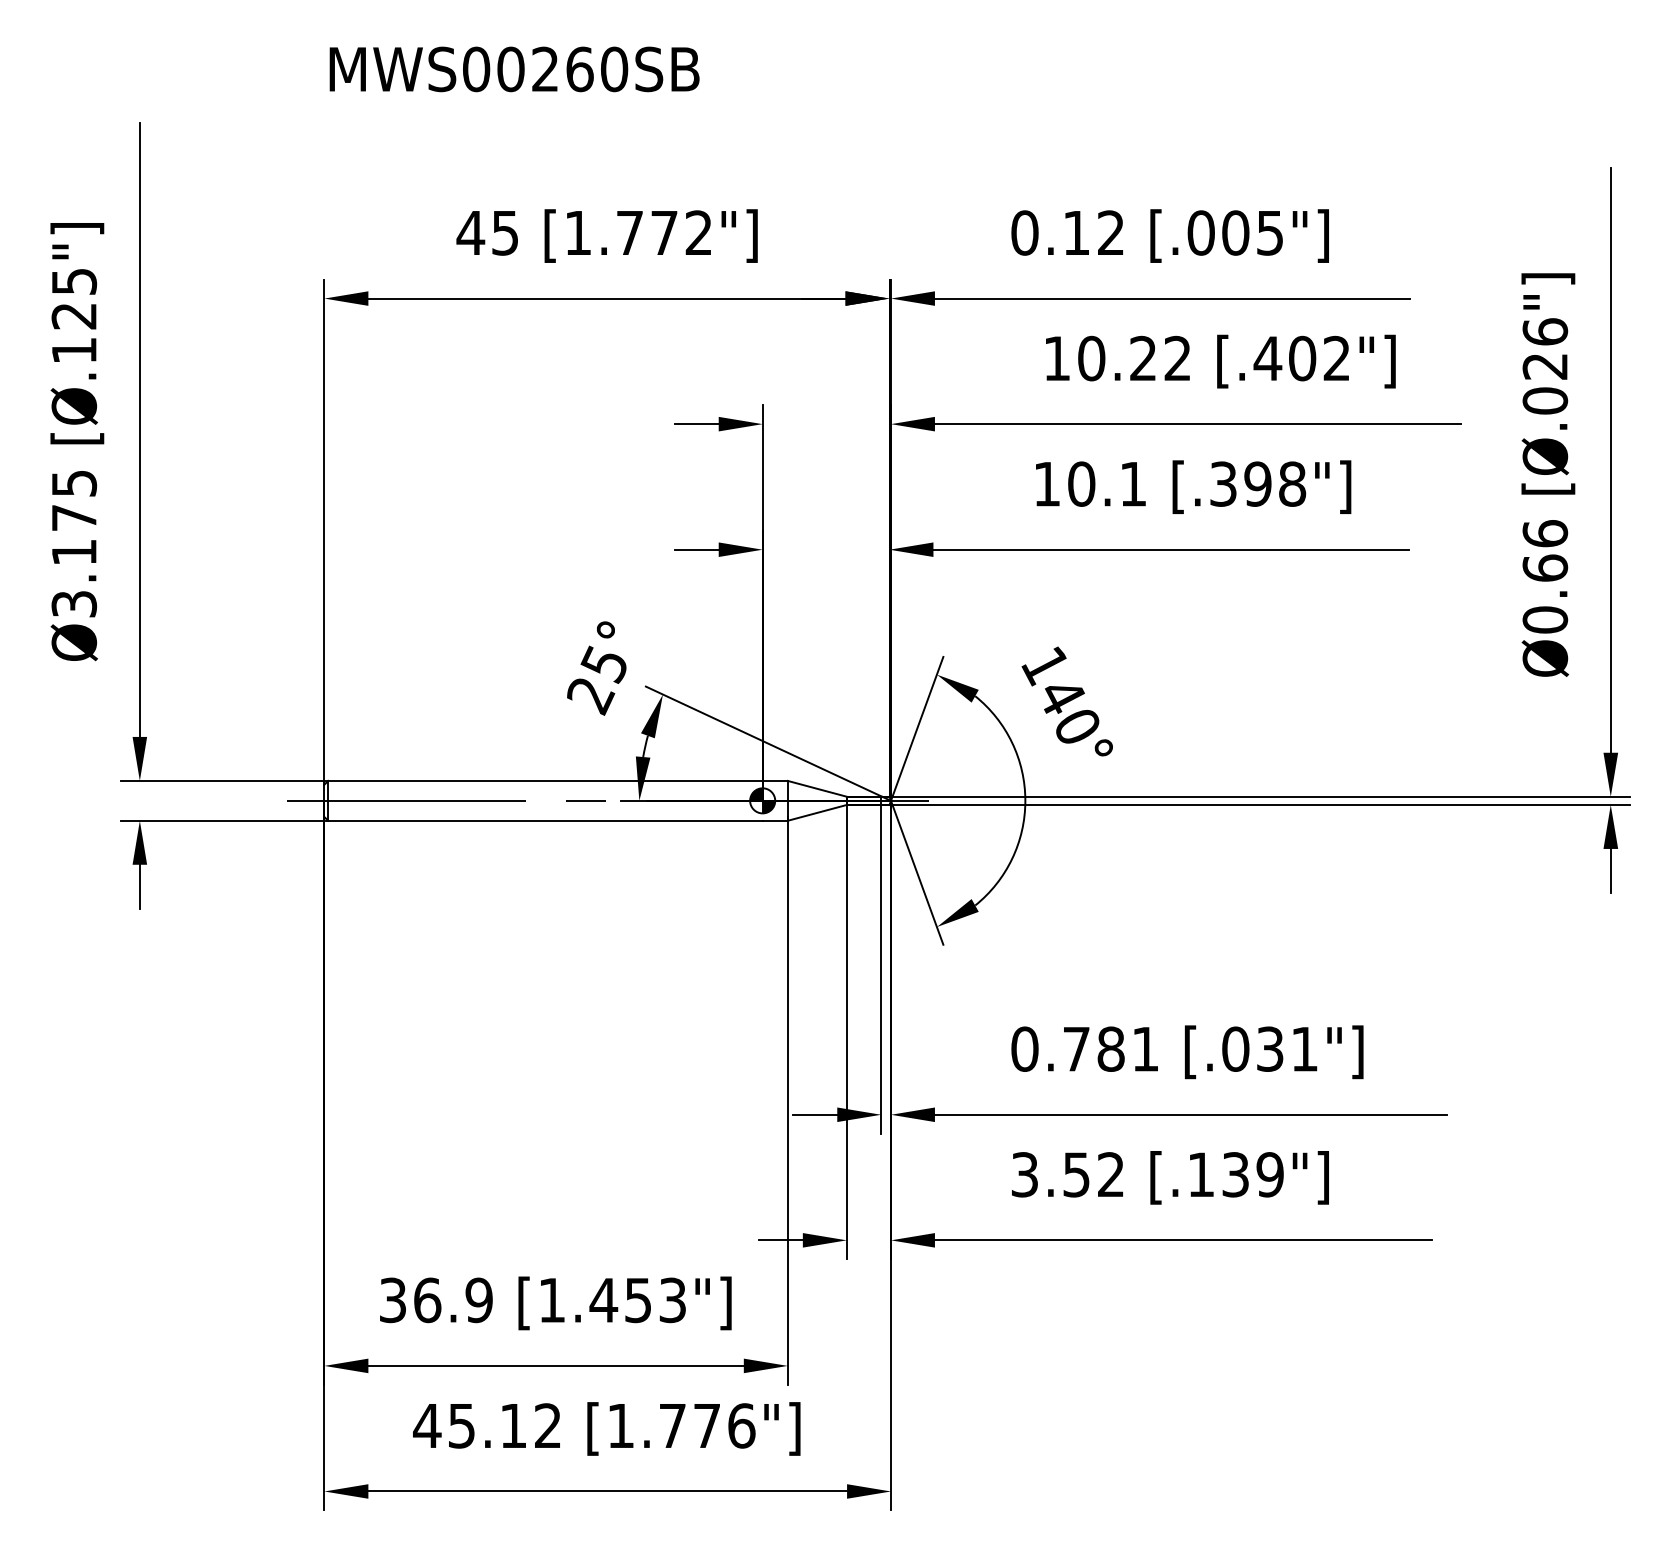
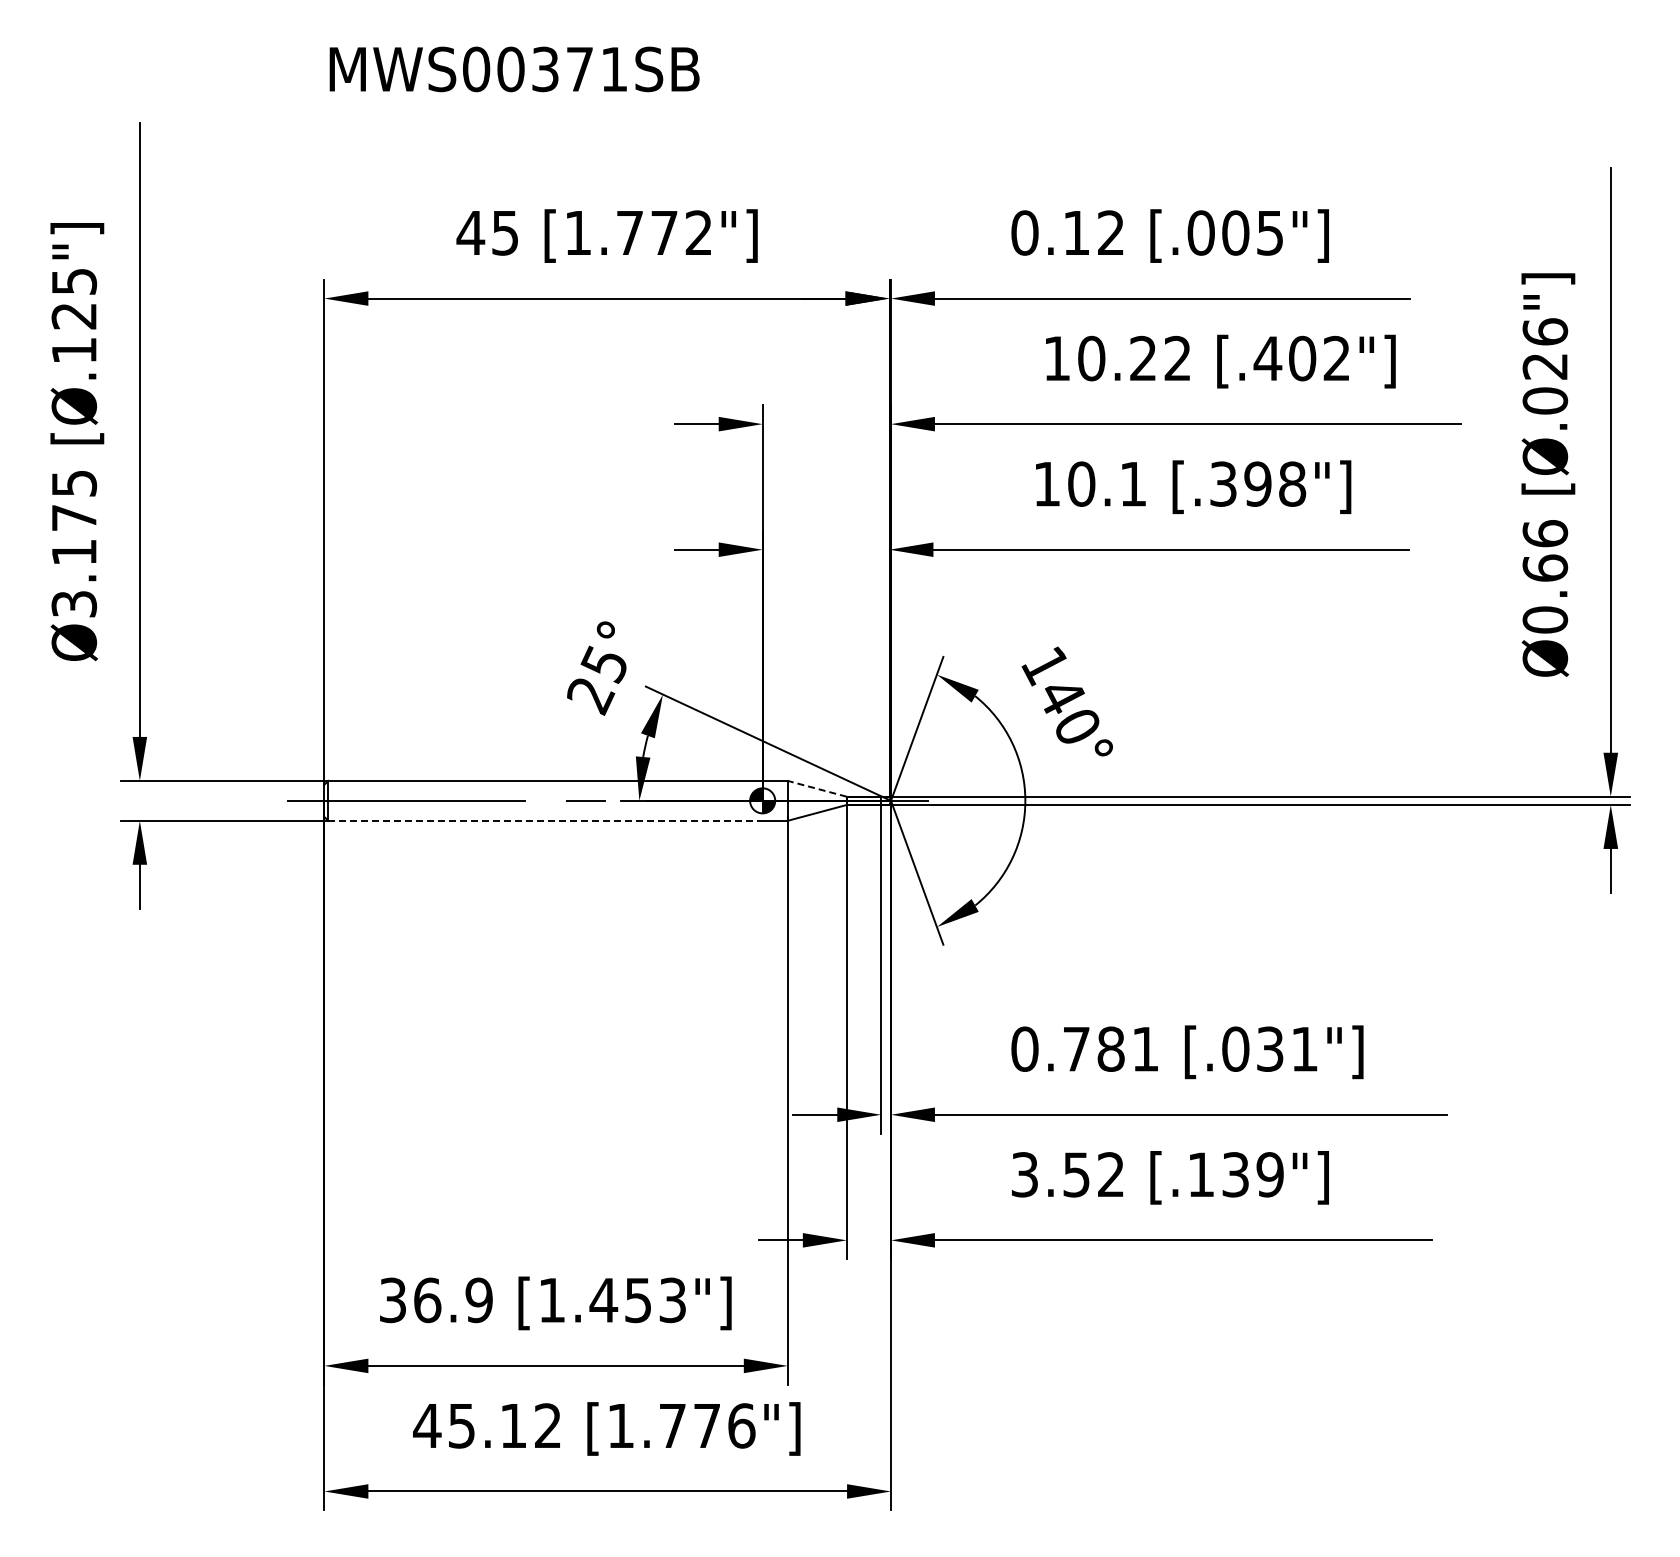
text at (580, 69): MWS00260SB -> MWS00371SB
line at (817, 788): solid -> dashed
line at (545, 820): solid -> dashed
